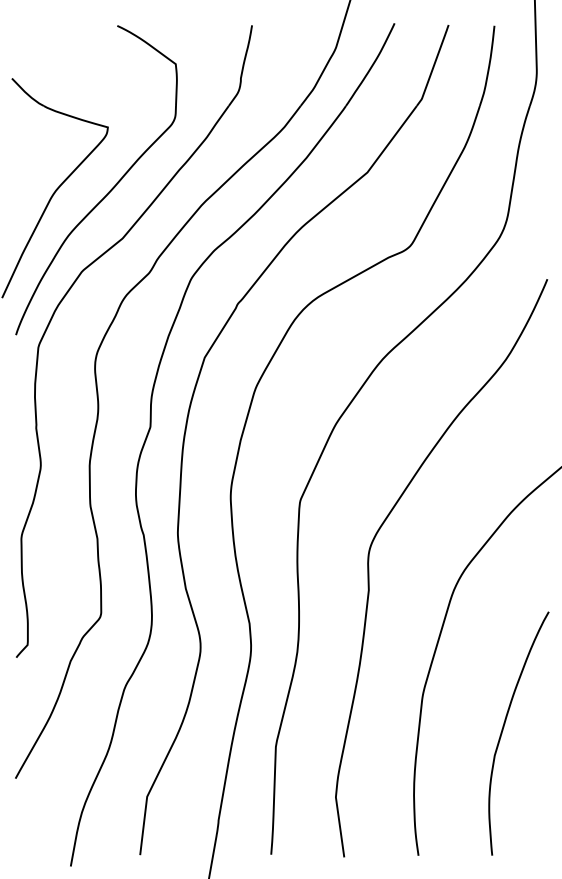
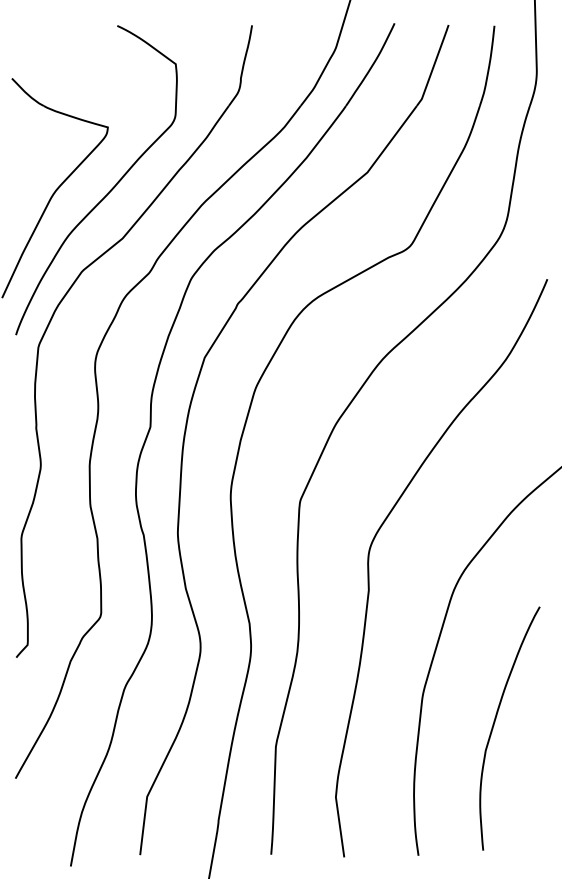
curve at (504, 727) position: (504, 727) -> (495, 722)
